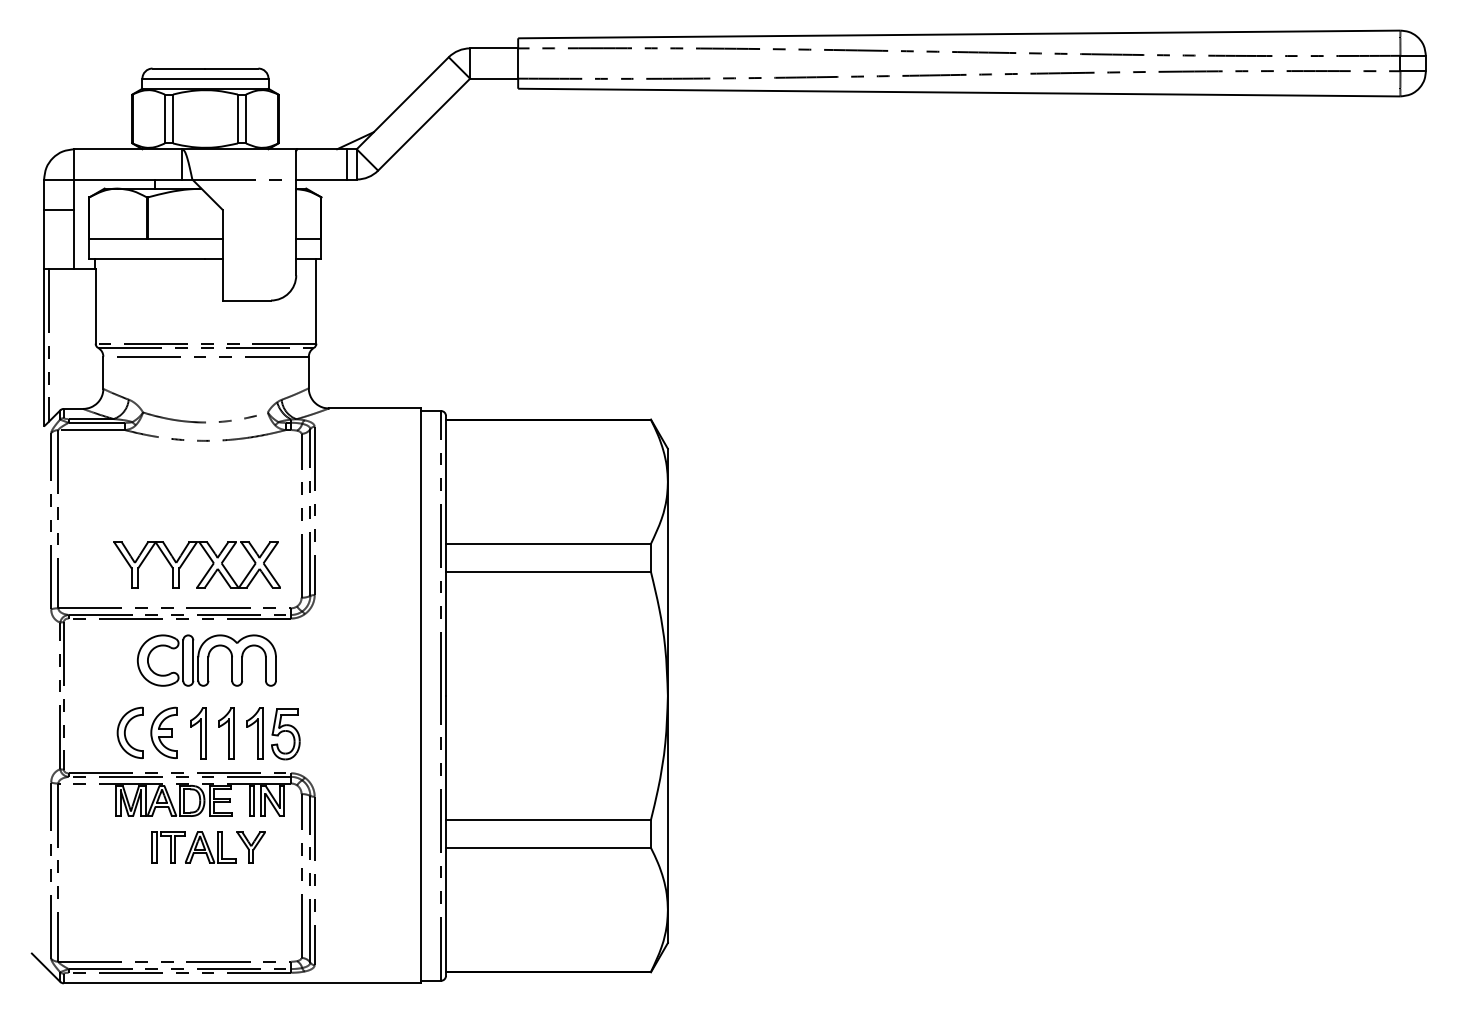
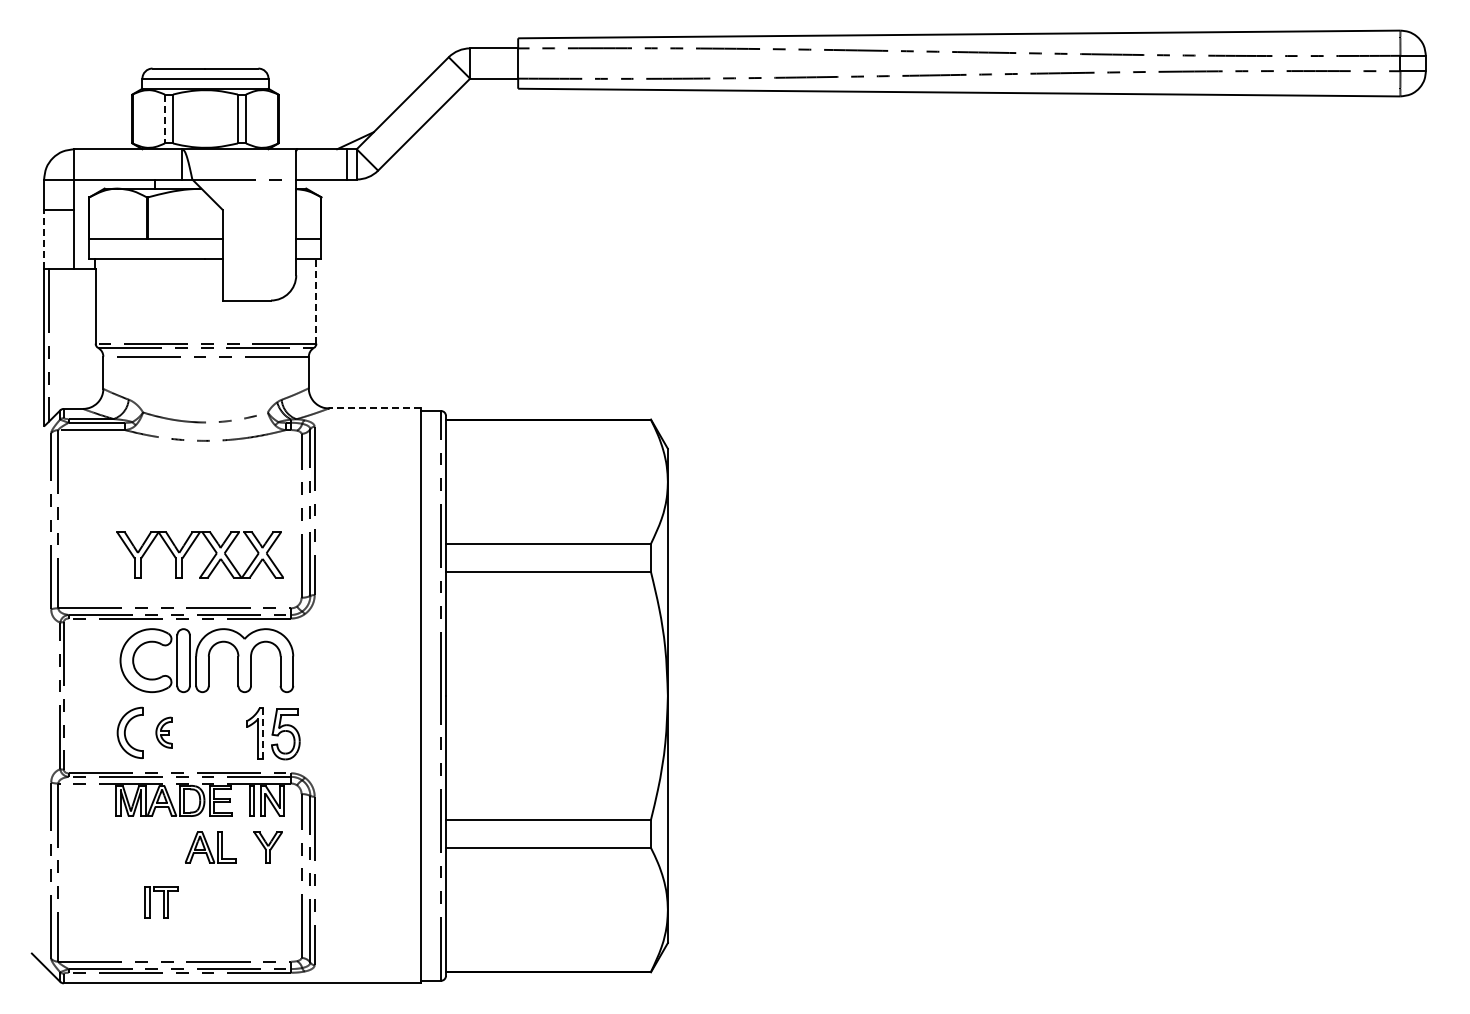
line at (164, 119): solid -> dashed
line at (44, 239): solid -> dashed
line at (316, 300): solid -> dashed
line at (374, 408): solid -> dashed
part at (187, 558) position: (187, 558) -> (190, 548)
part at (206, 660) size: 140x53 px -> 176x66 px
part at (163, 732) size: 28x53 px -> 18x33 px
part at (198, 733): present -> none
part at (226, 733): present -> none
line at (262, 734): solid -> dashed
part at (168, 847) position: (168, 847) -> (161, 902)
part at (250, 847) position: (250, 847) -> (267, 847)
